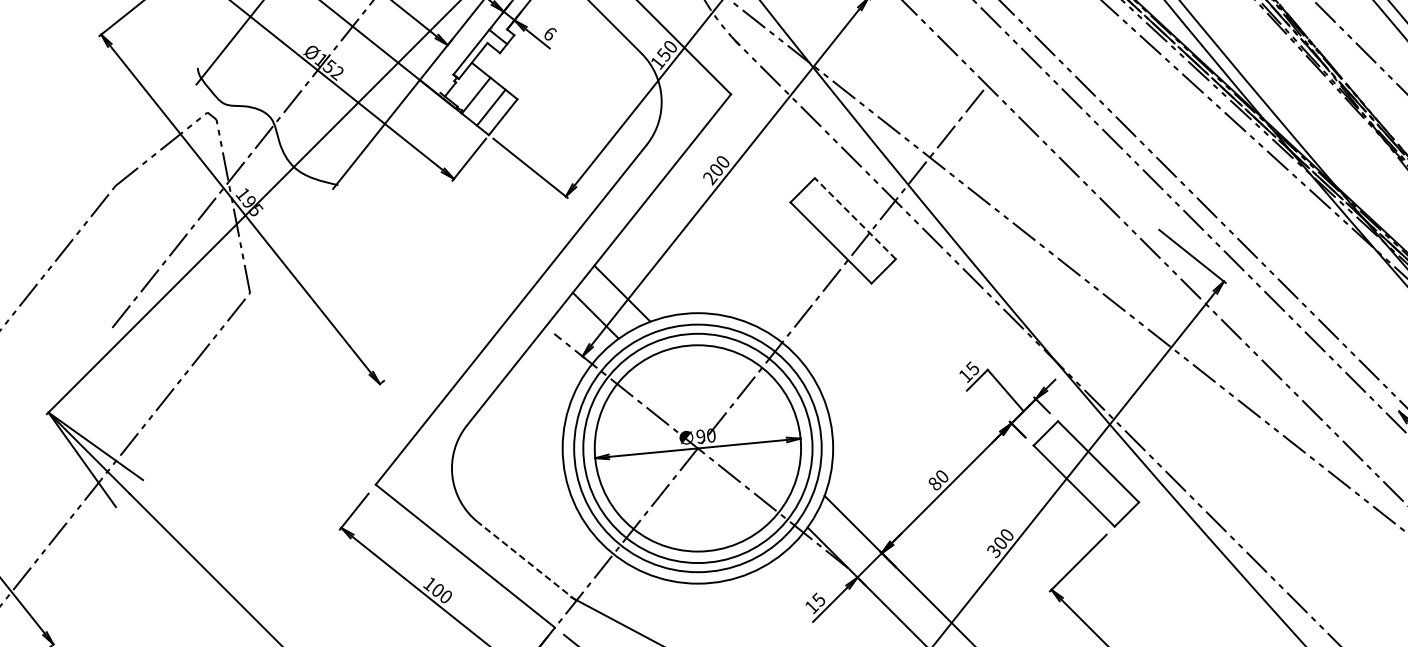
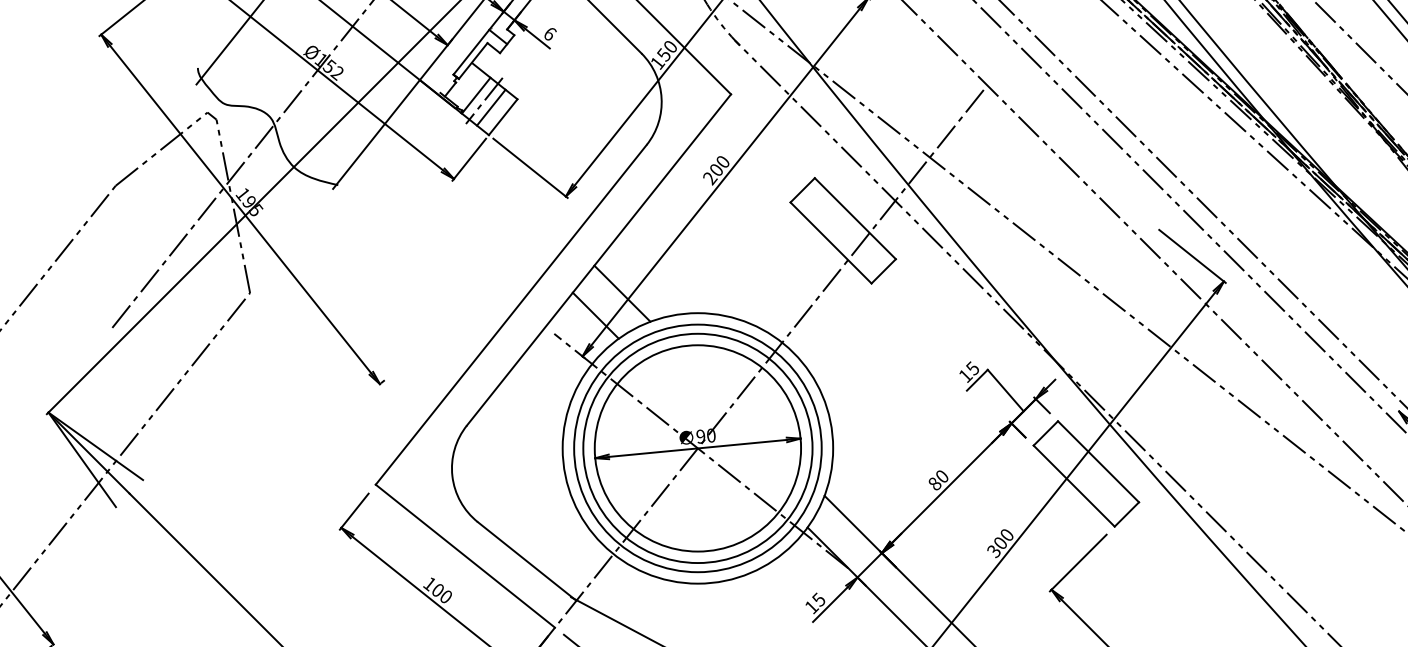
line at (483, 100): none -> present
line at (855, 218): dashed -> solid
line at (526, 561): dashed -> solid
